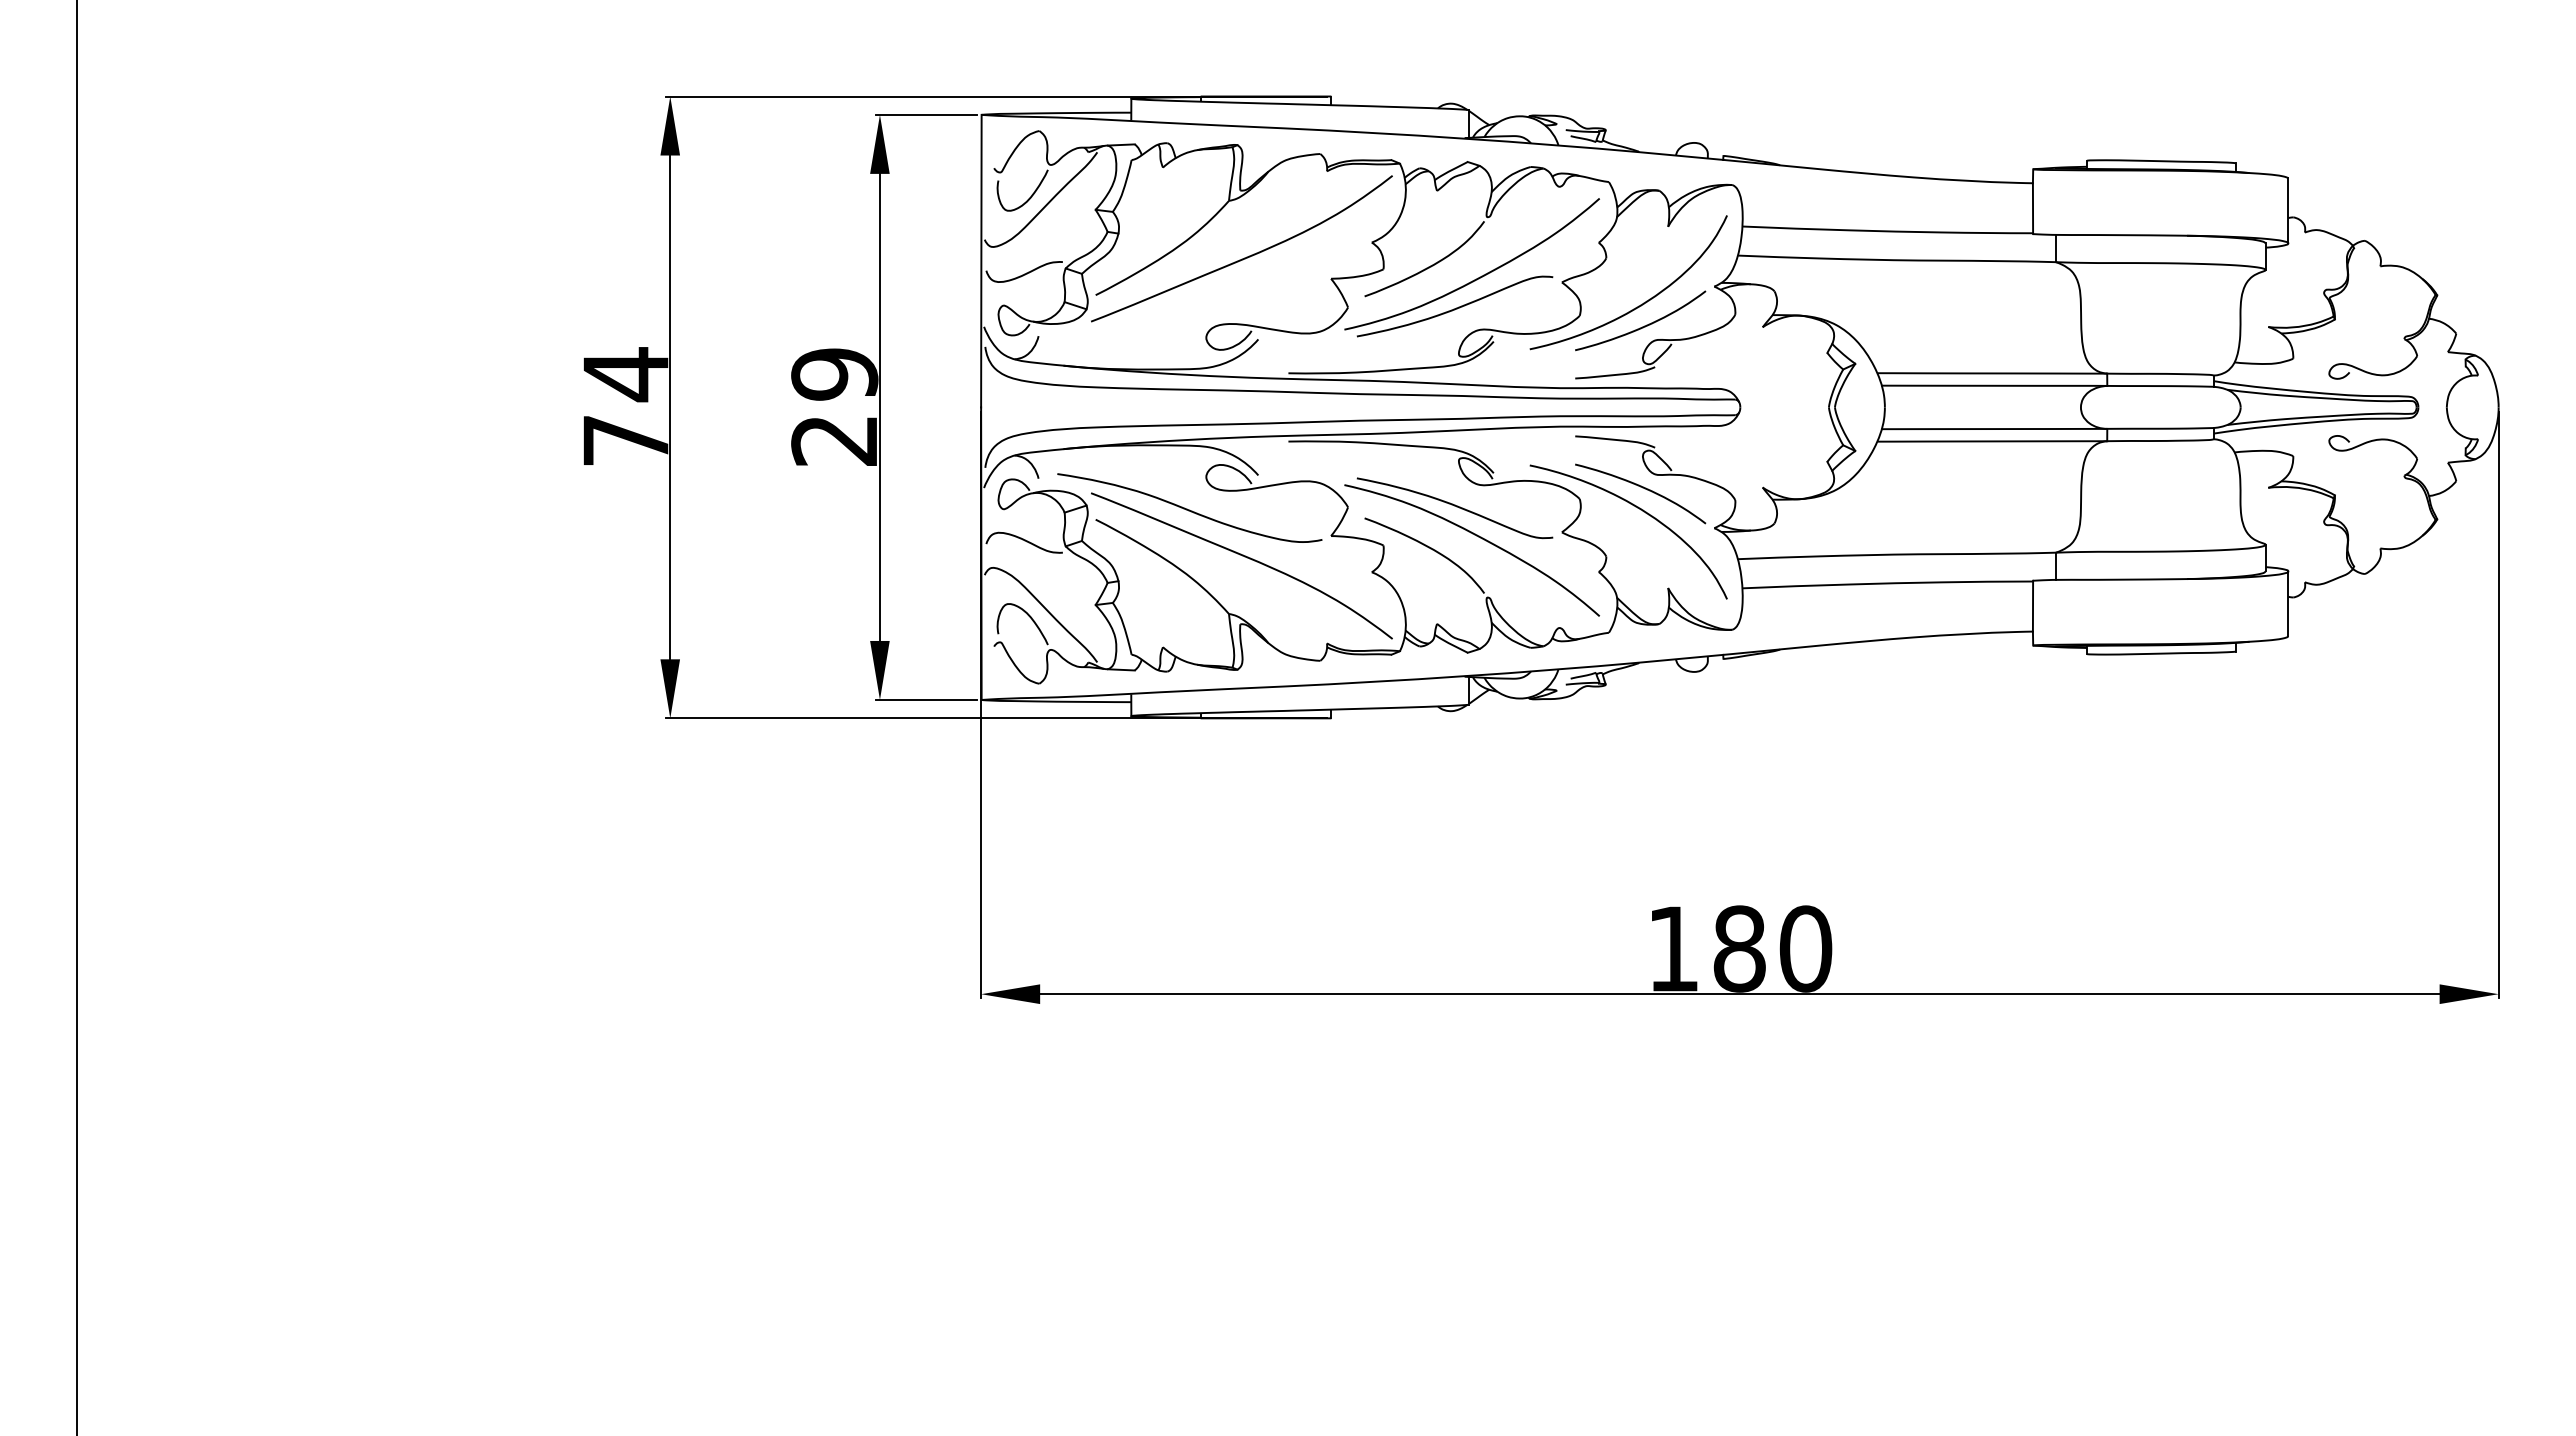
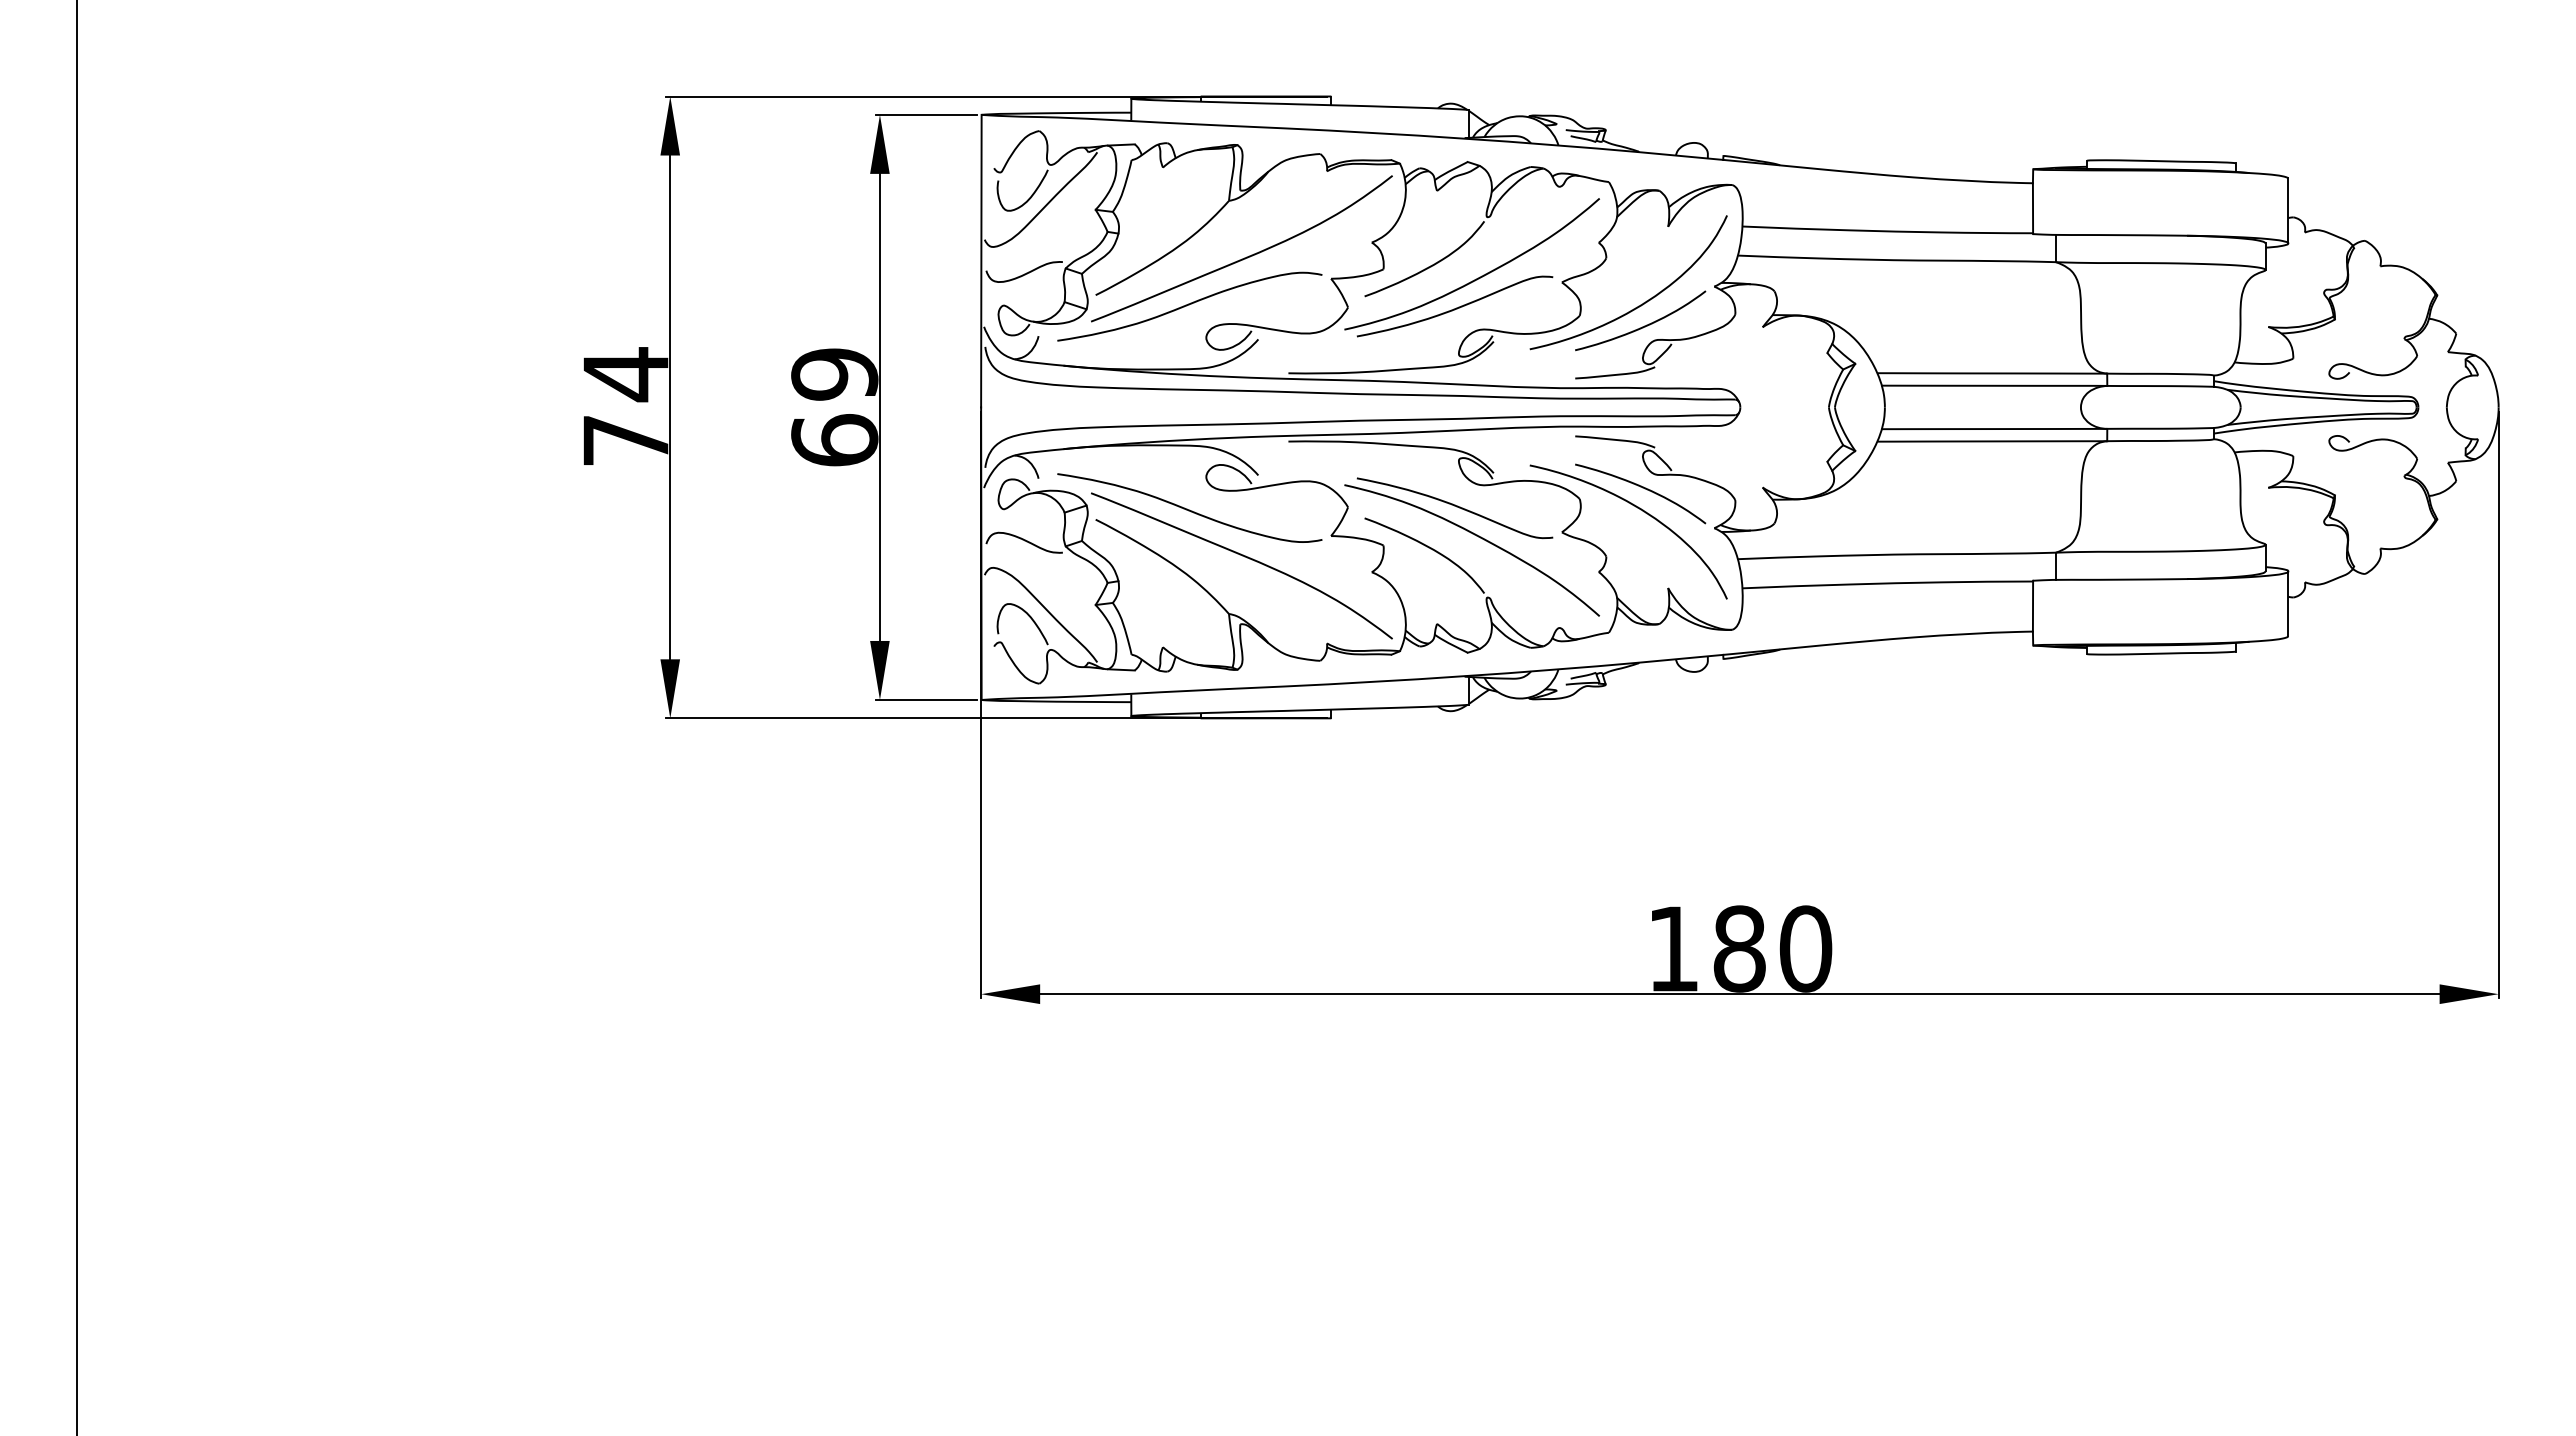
curve at (1189, 305): none -> present
text at (834, 440): 29 -> 69
